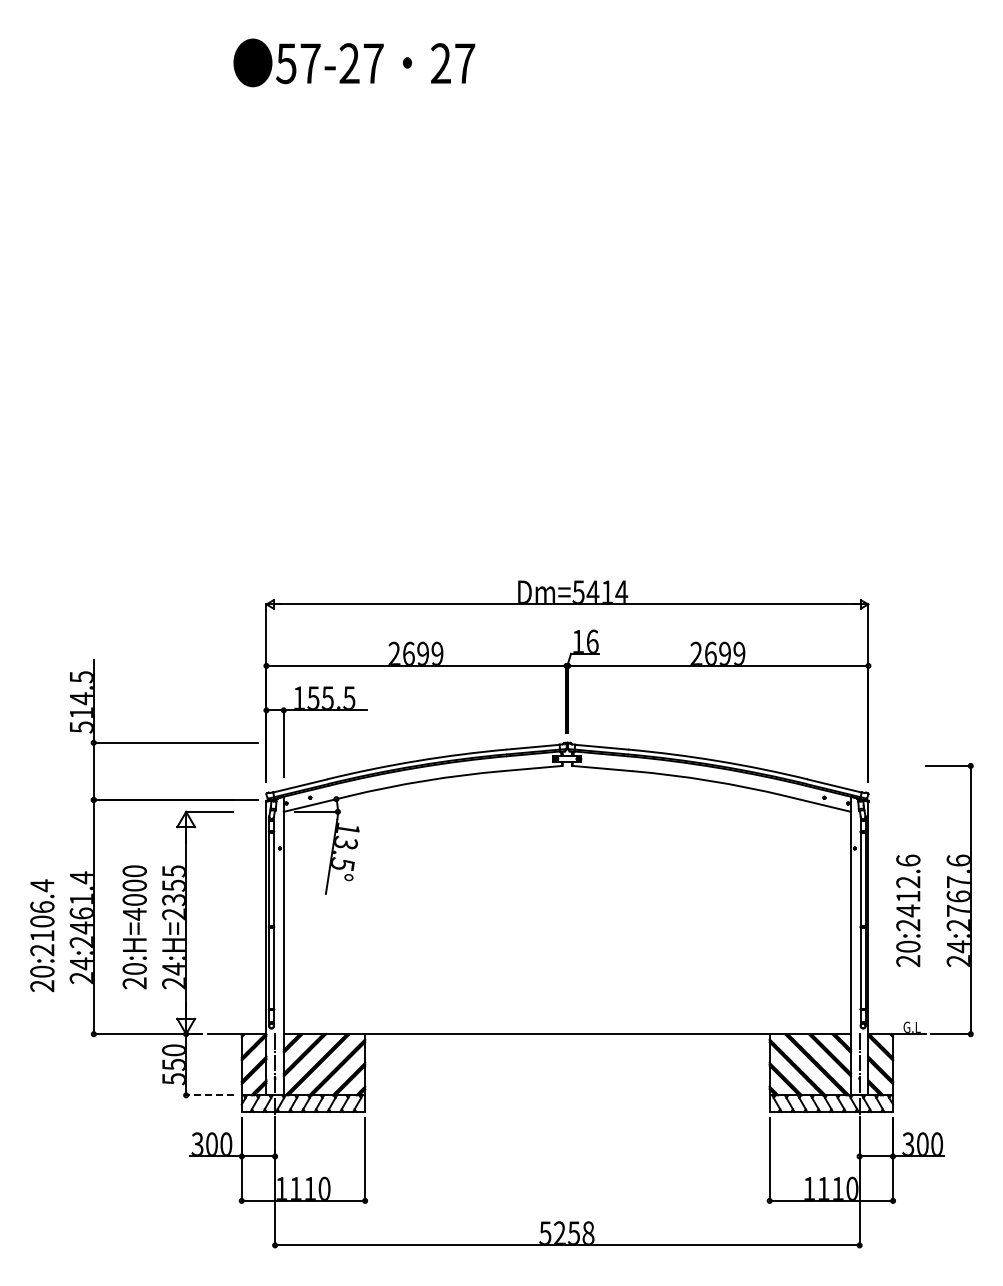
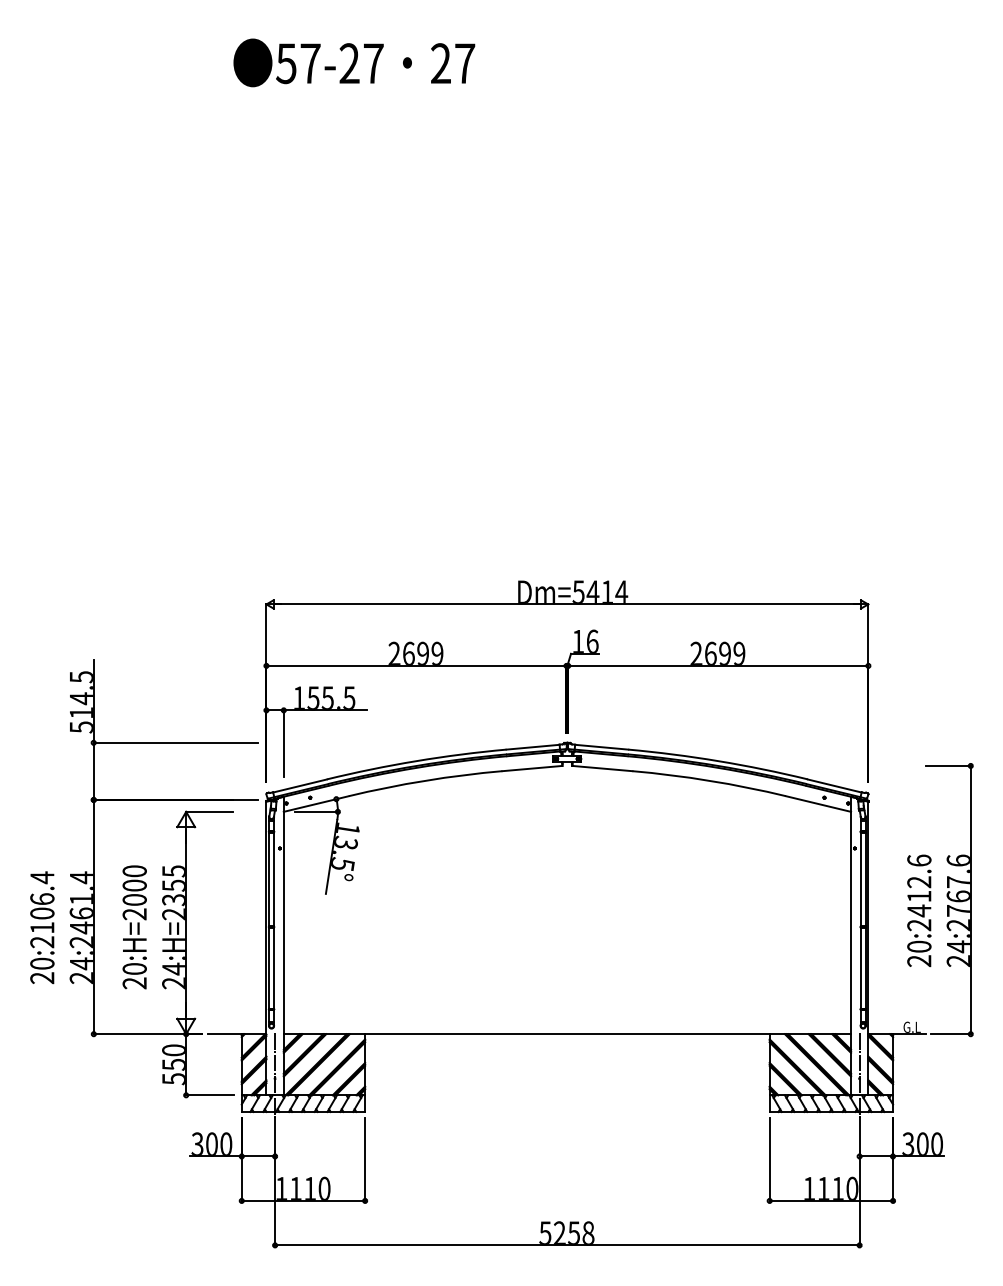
text at (908, 910) position: (908, 910) -> (919, 910)
text at (134, 914): 20:H=4000 -> 20:H=2000
text at (42, 935) position: (42, 935) -> (42, 927)
line at (209, 1095): dashed -> solid
